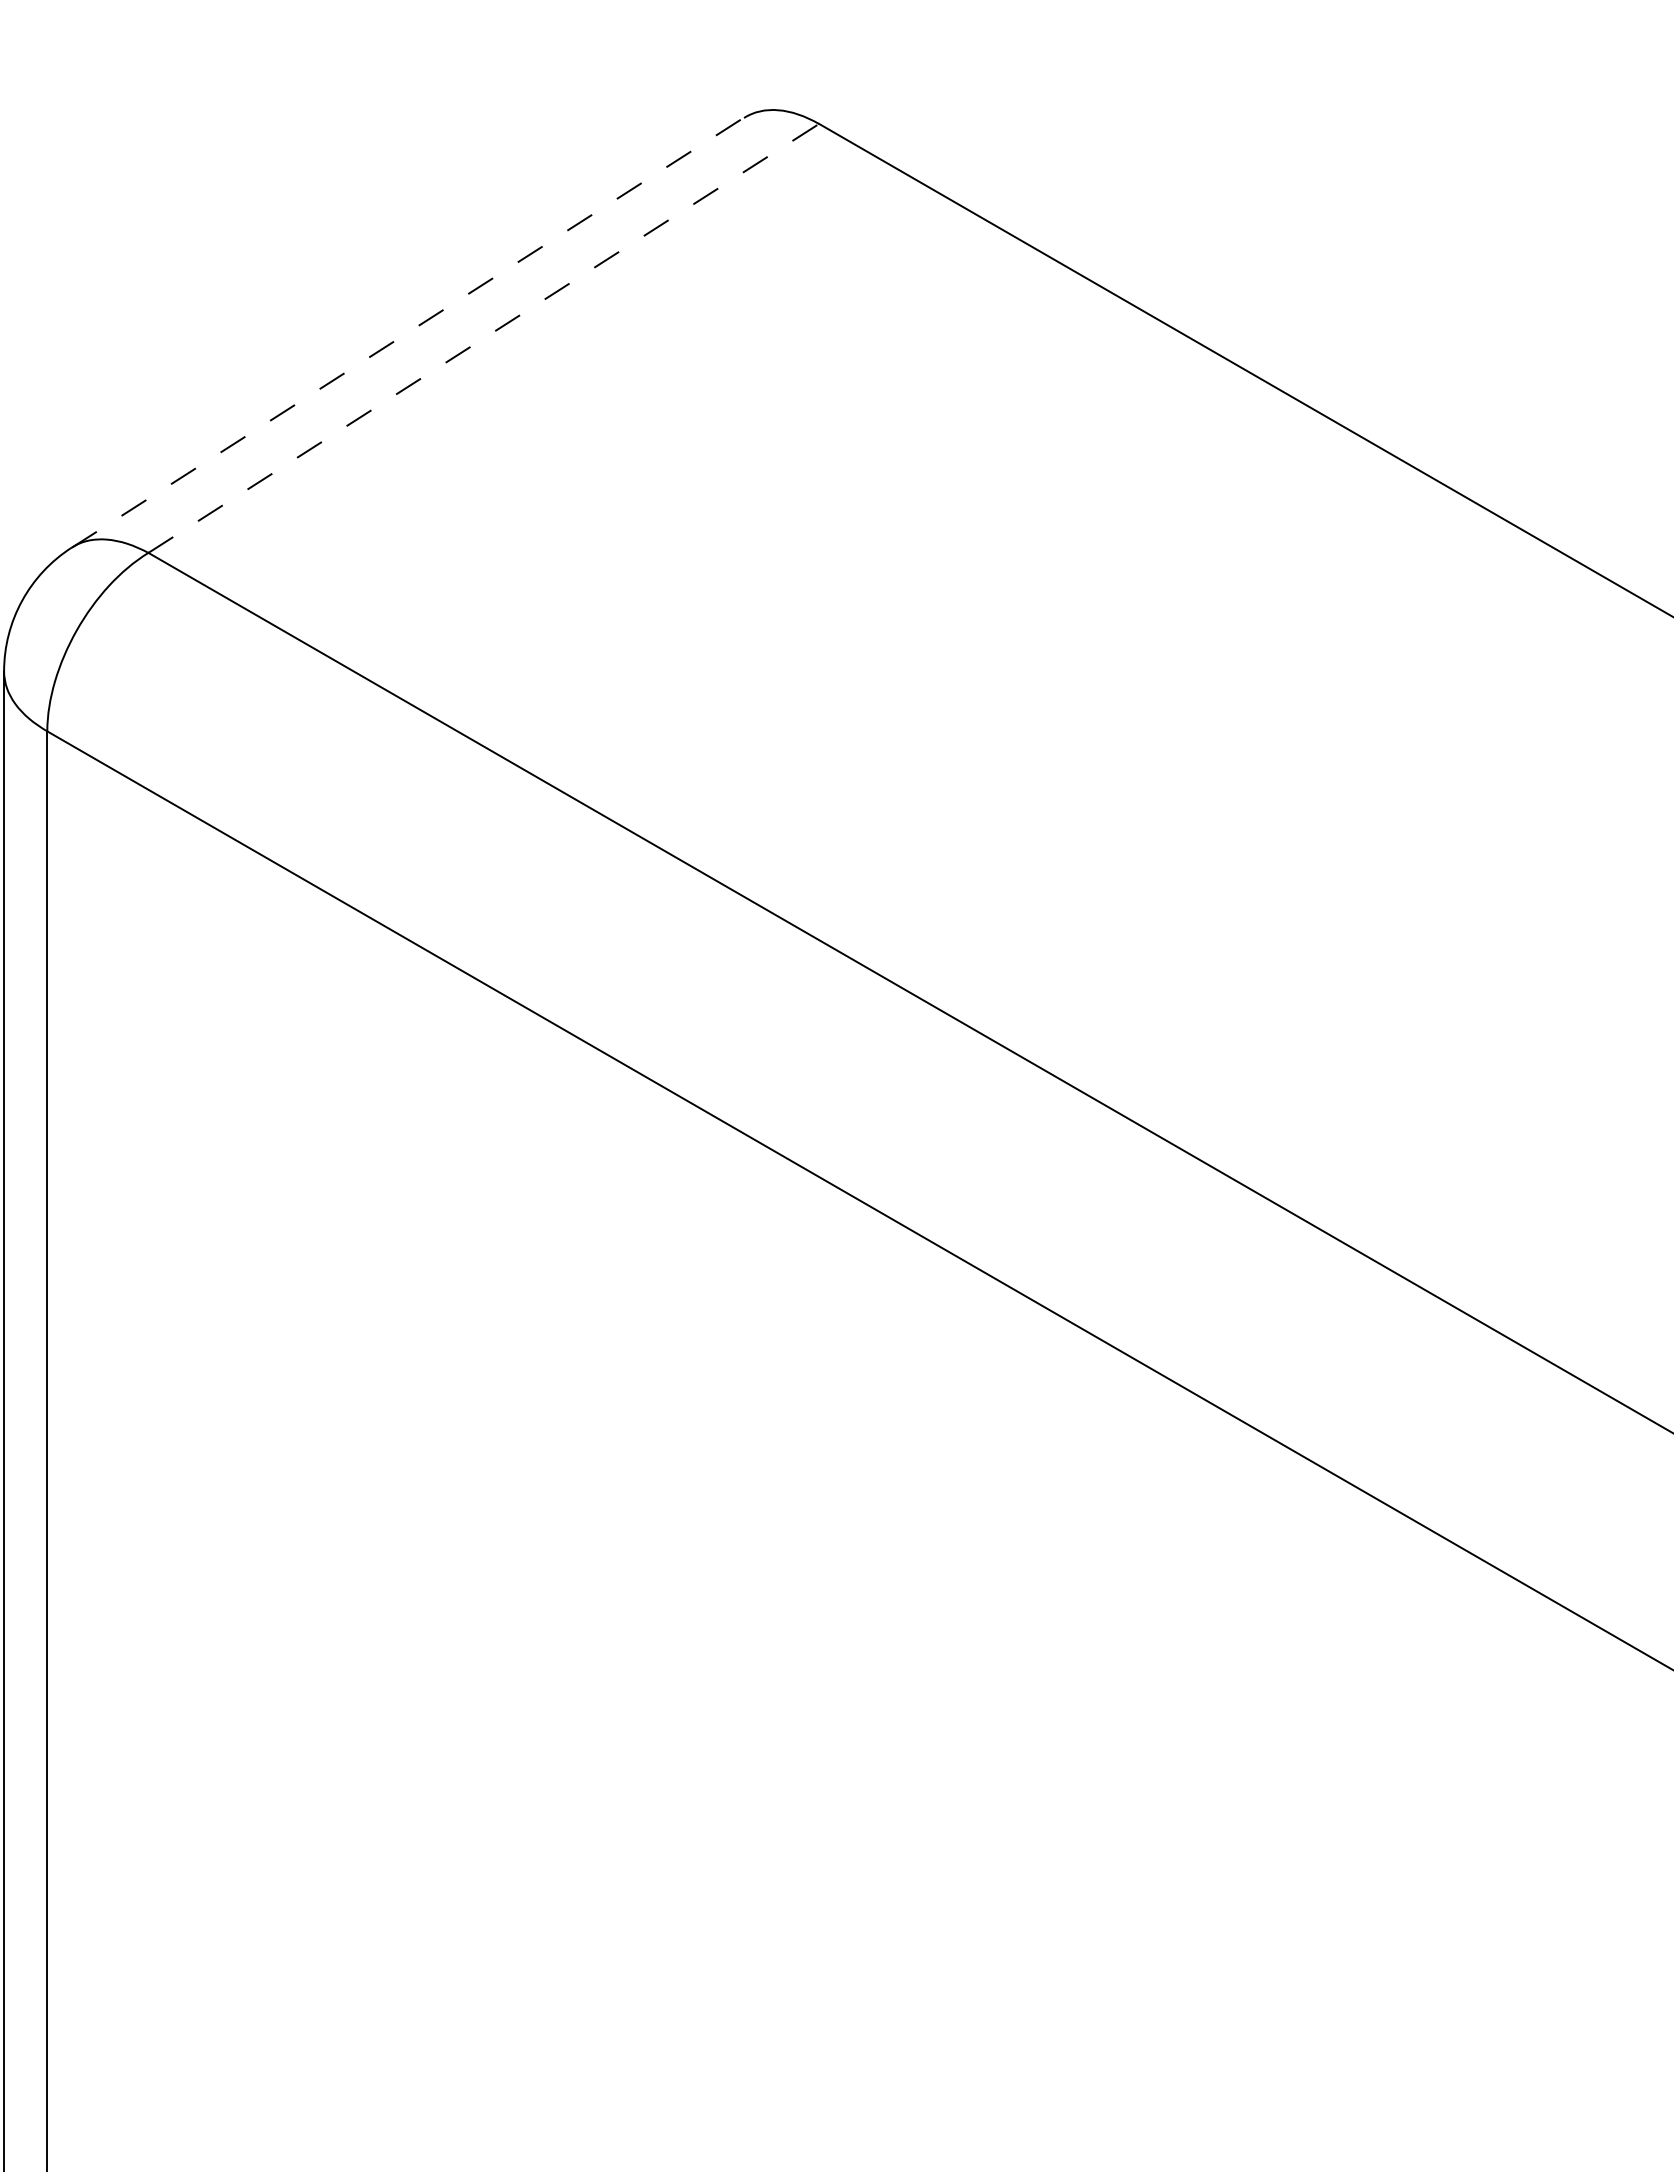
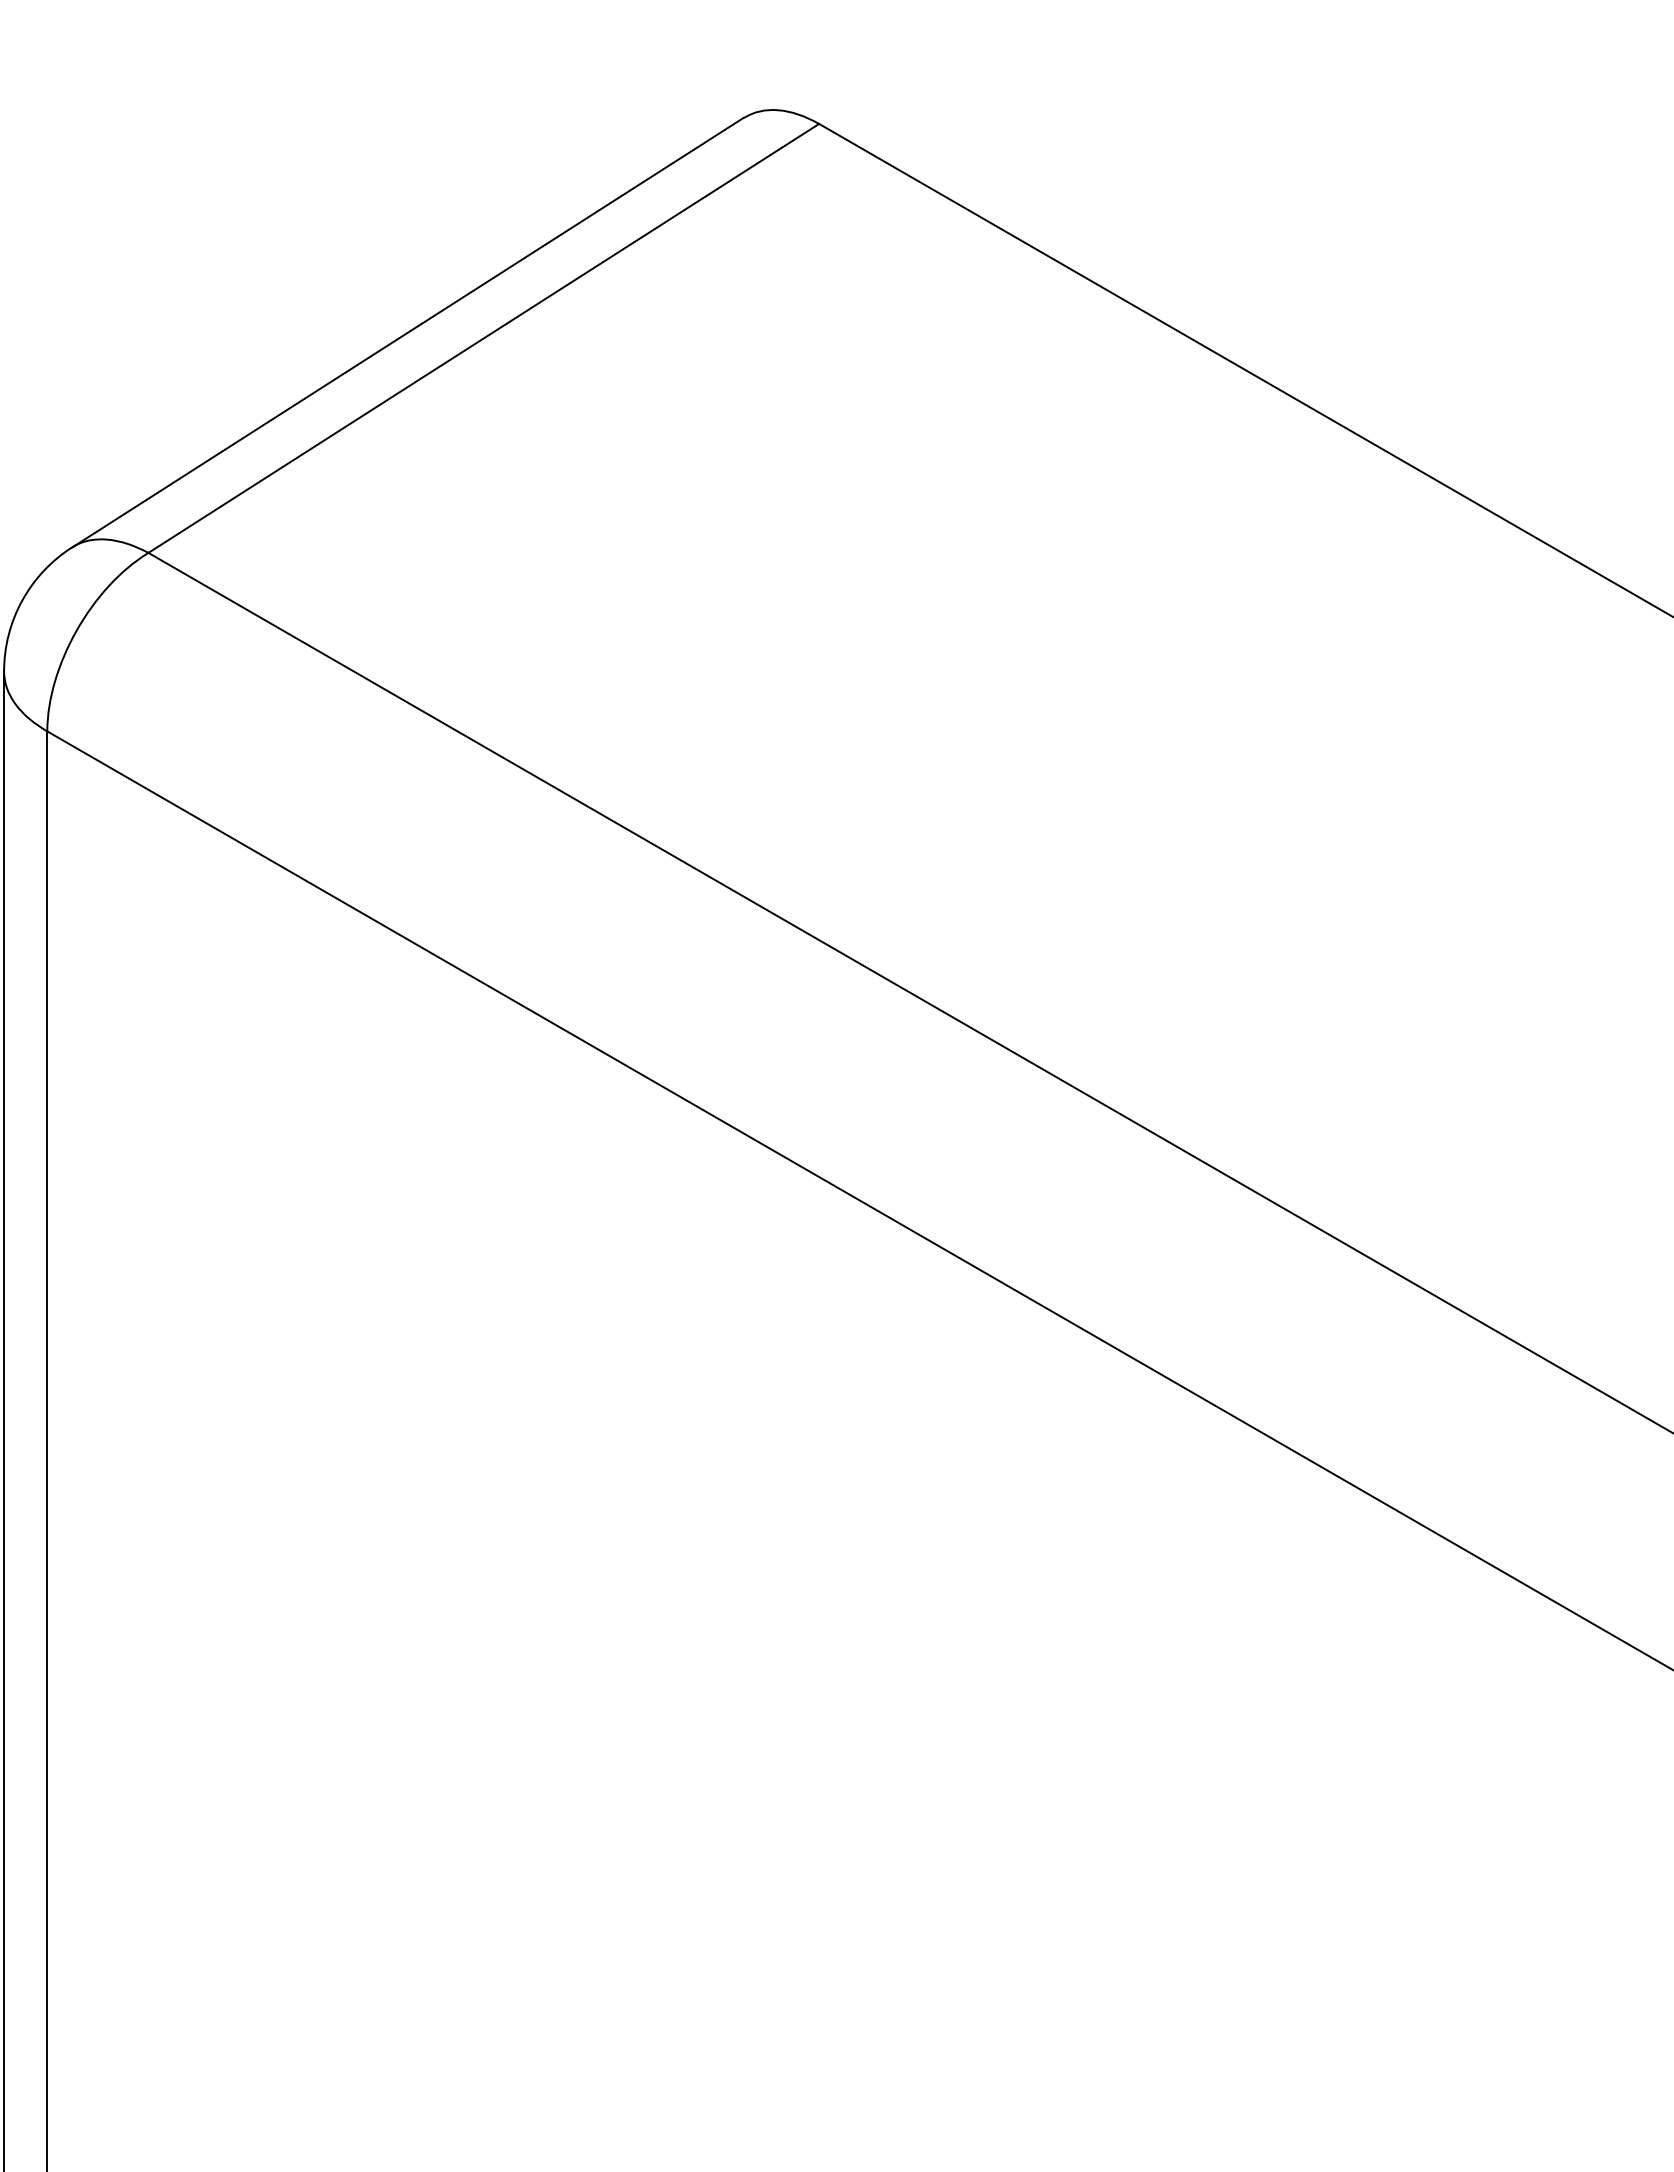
line at (407, 332): dashed -> solid
line at (484, 338): dashed -> solid
